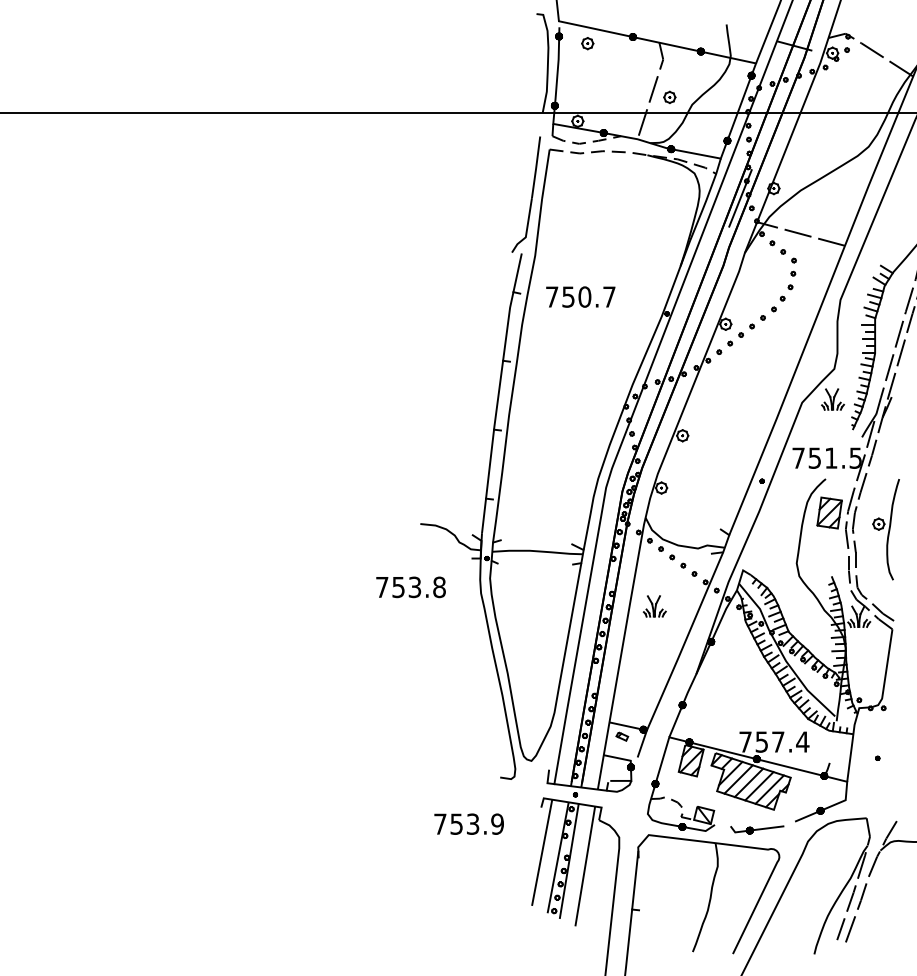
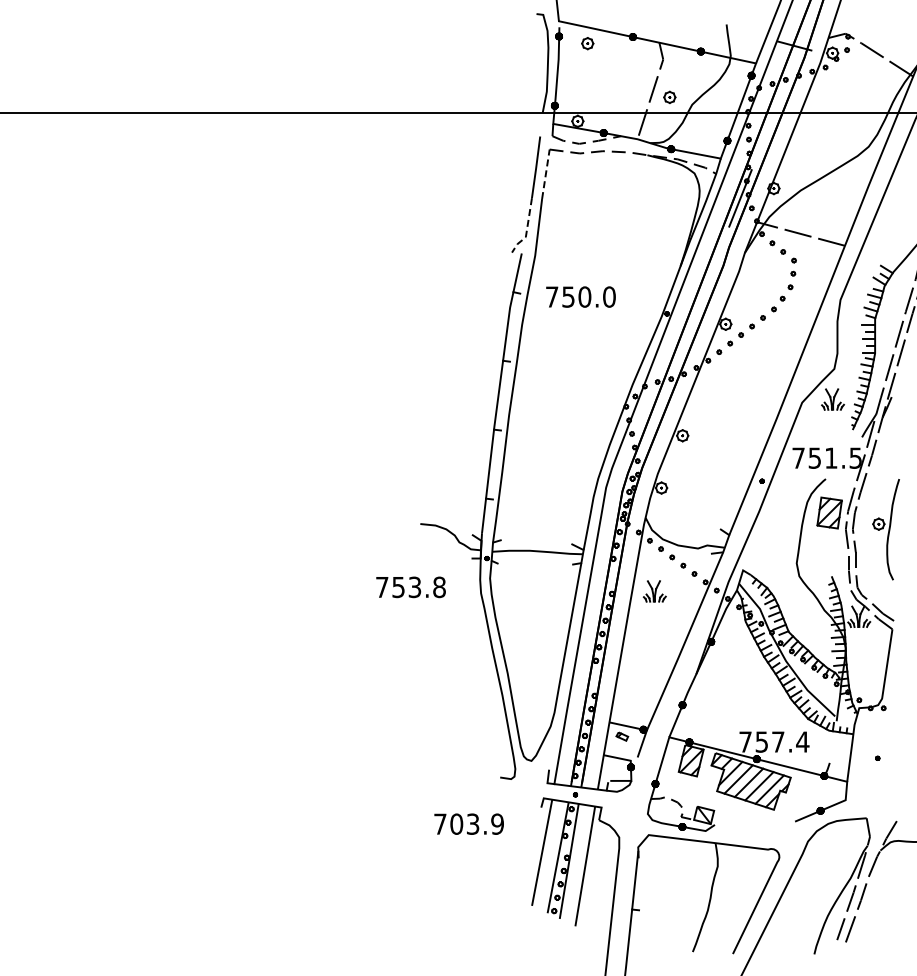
line at (545, 173): solid -> dashed
line at (527, 229): solid -> dashed
text at (609, 296): 750.7 -> 750.0
part at (654, 606) position: (654, 606) -> (654, 591)
text at (456, 823): 753.9 -> 703.9
part at (757, 829): present -> none
